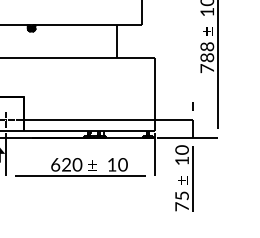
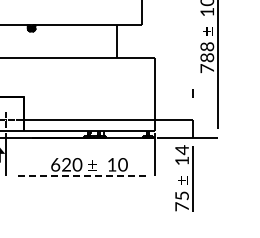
line at (192, 106) position: (192, 106) -> (192, 93)
text at (181, 150): 10 -> 14
line at (80, 176): solid -> dashed
